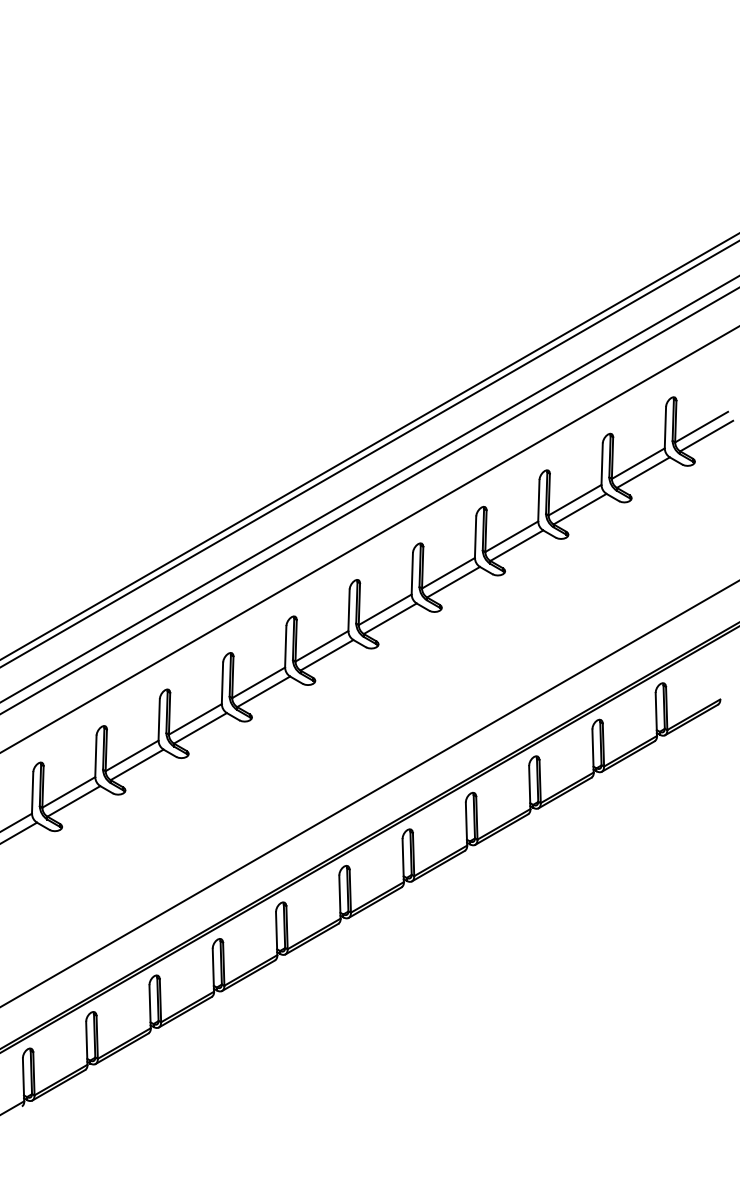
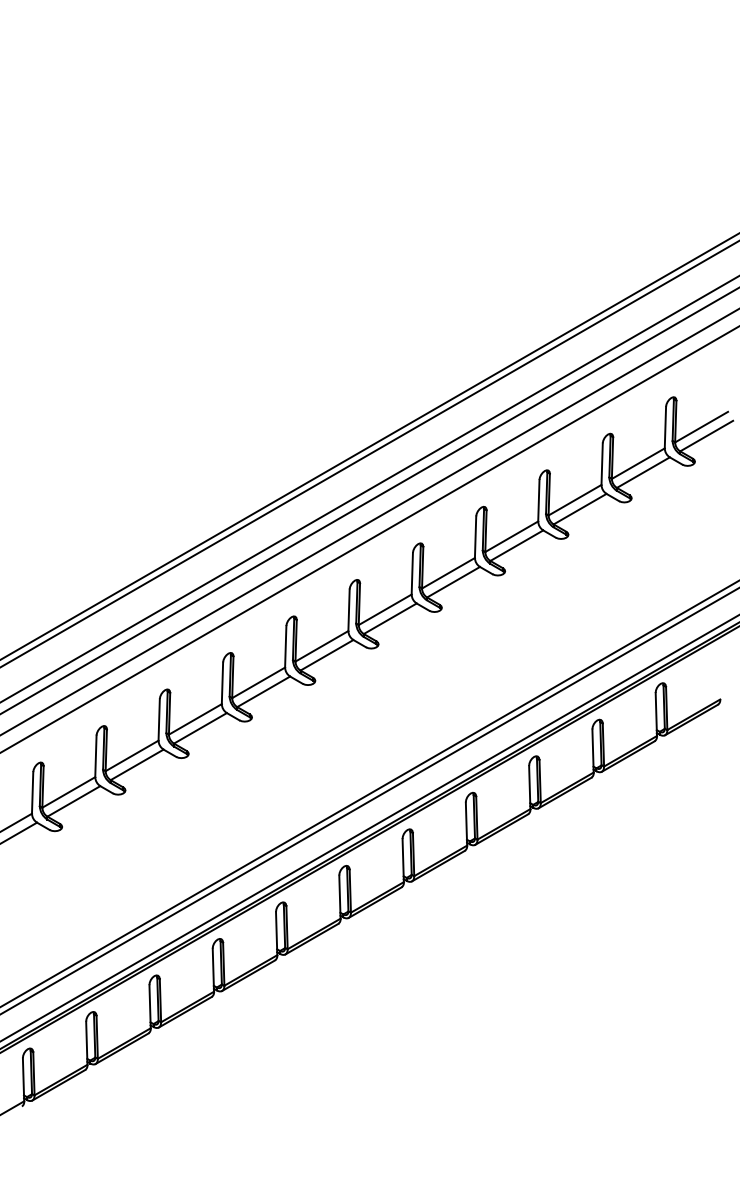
line at (369, 522): none -> present
line at (369, 801): none -> present
line at (369, 828): none -> present
